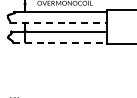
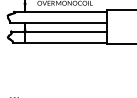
line at (58, 22): dashed -> solid
line at (60, 42): dashed -> solid
